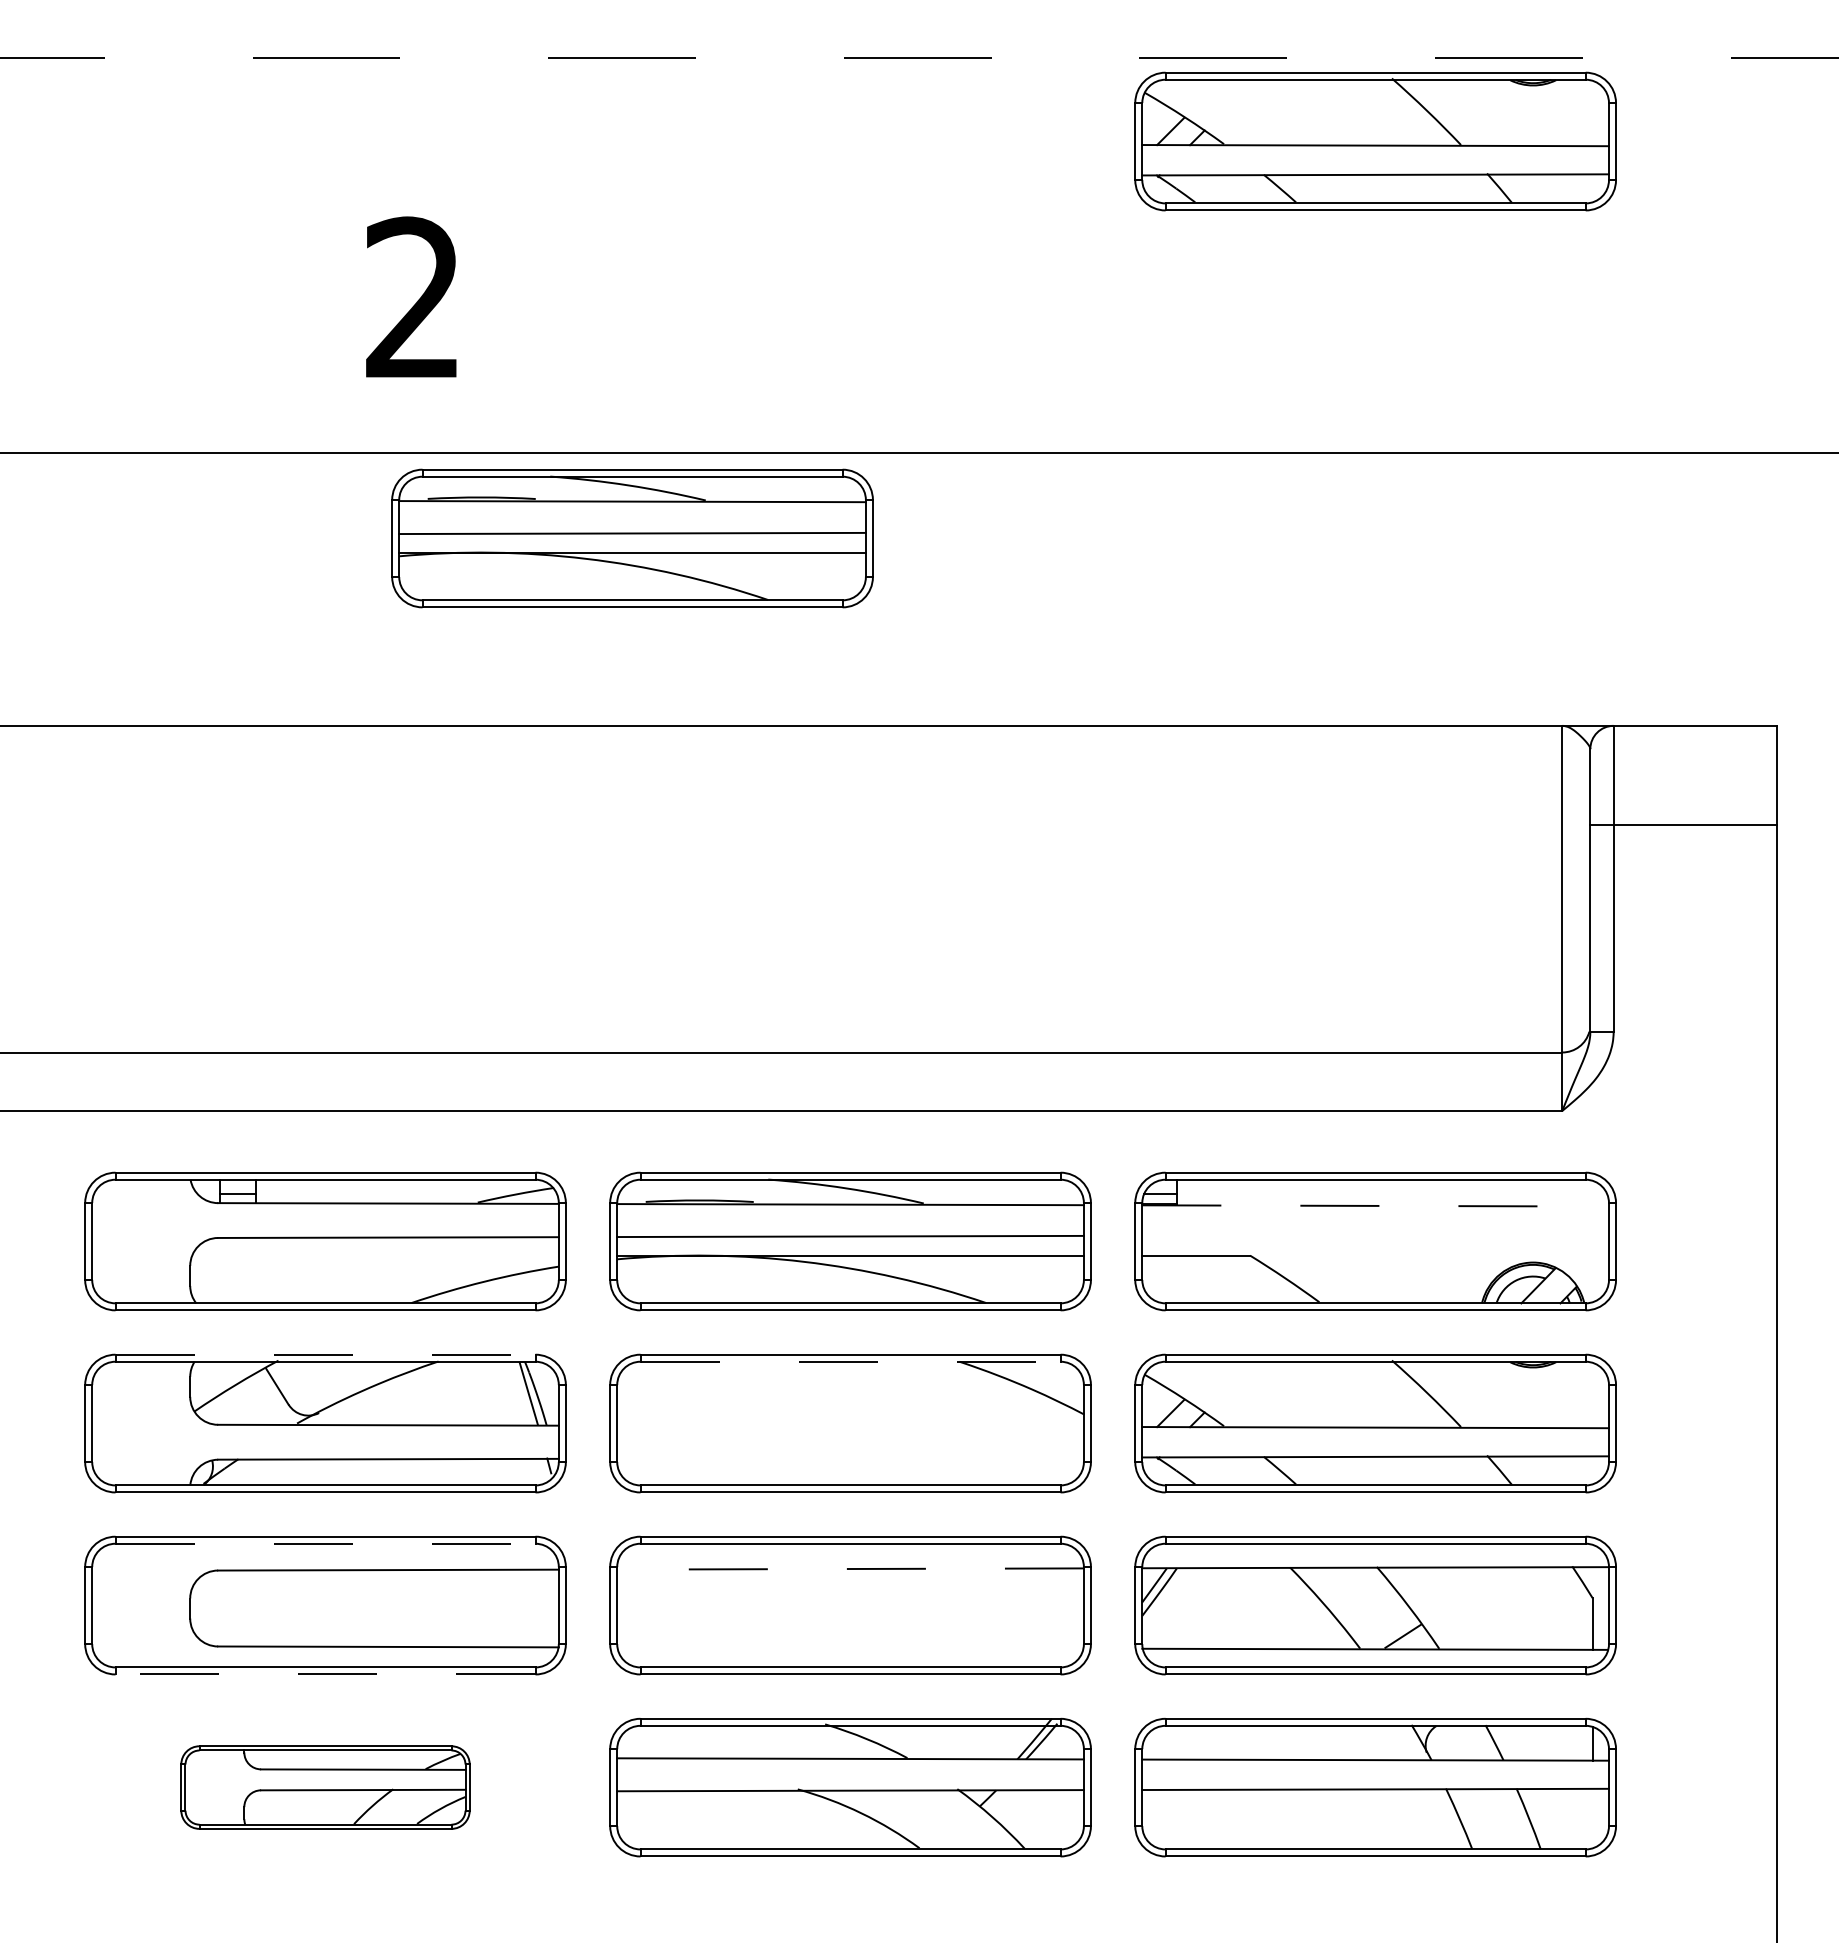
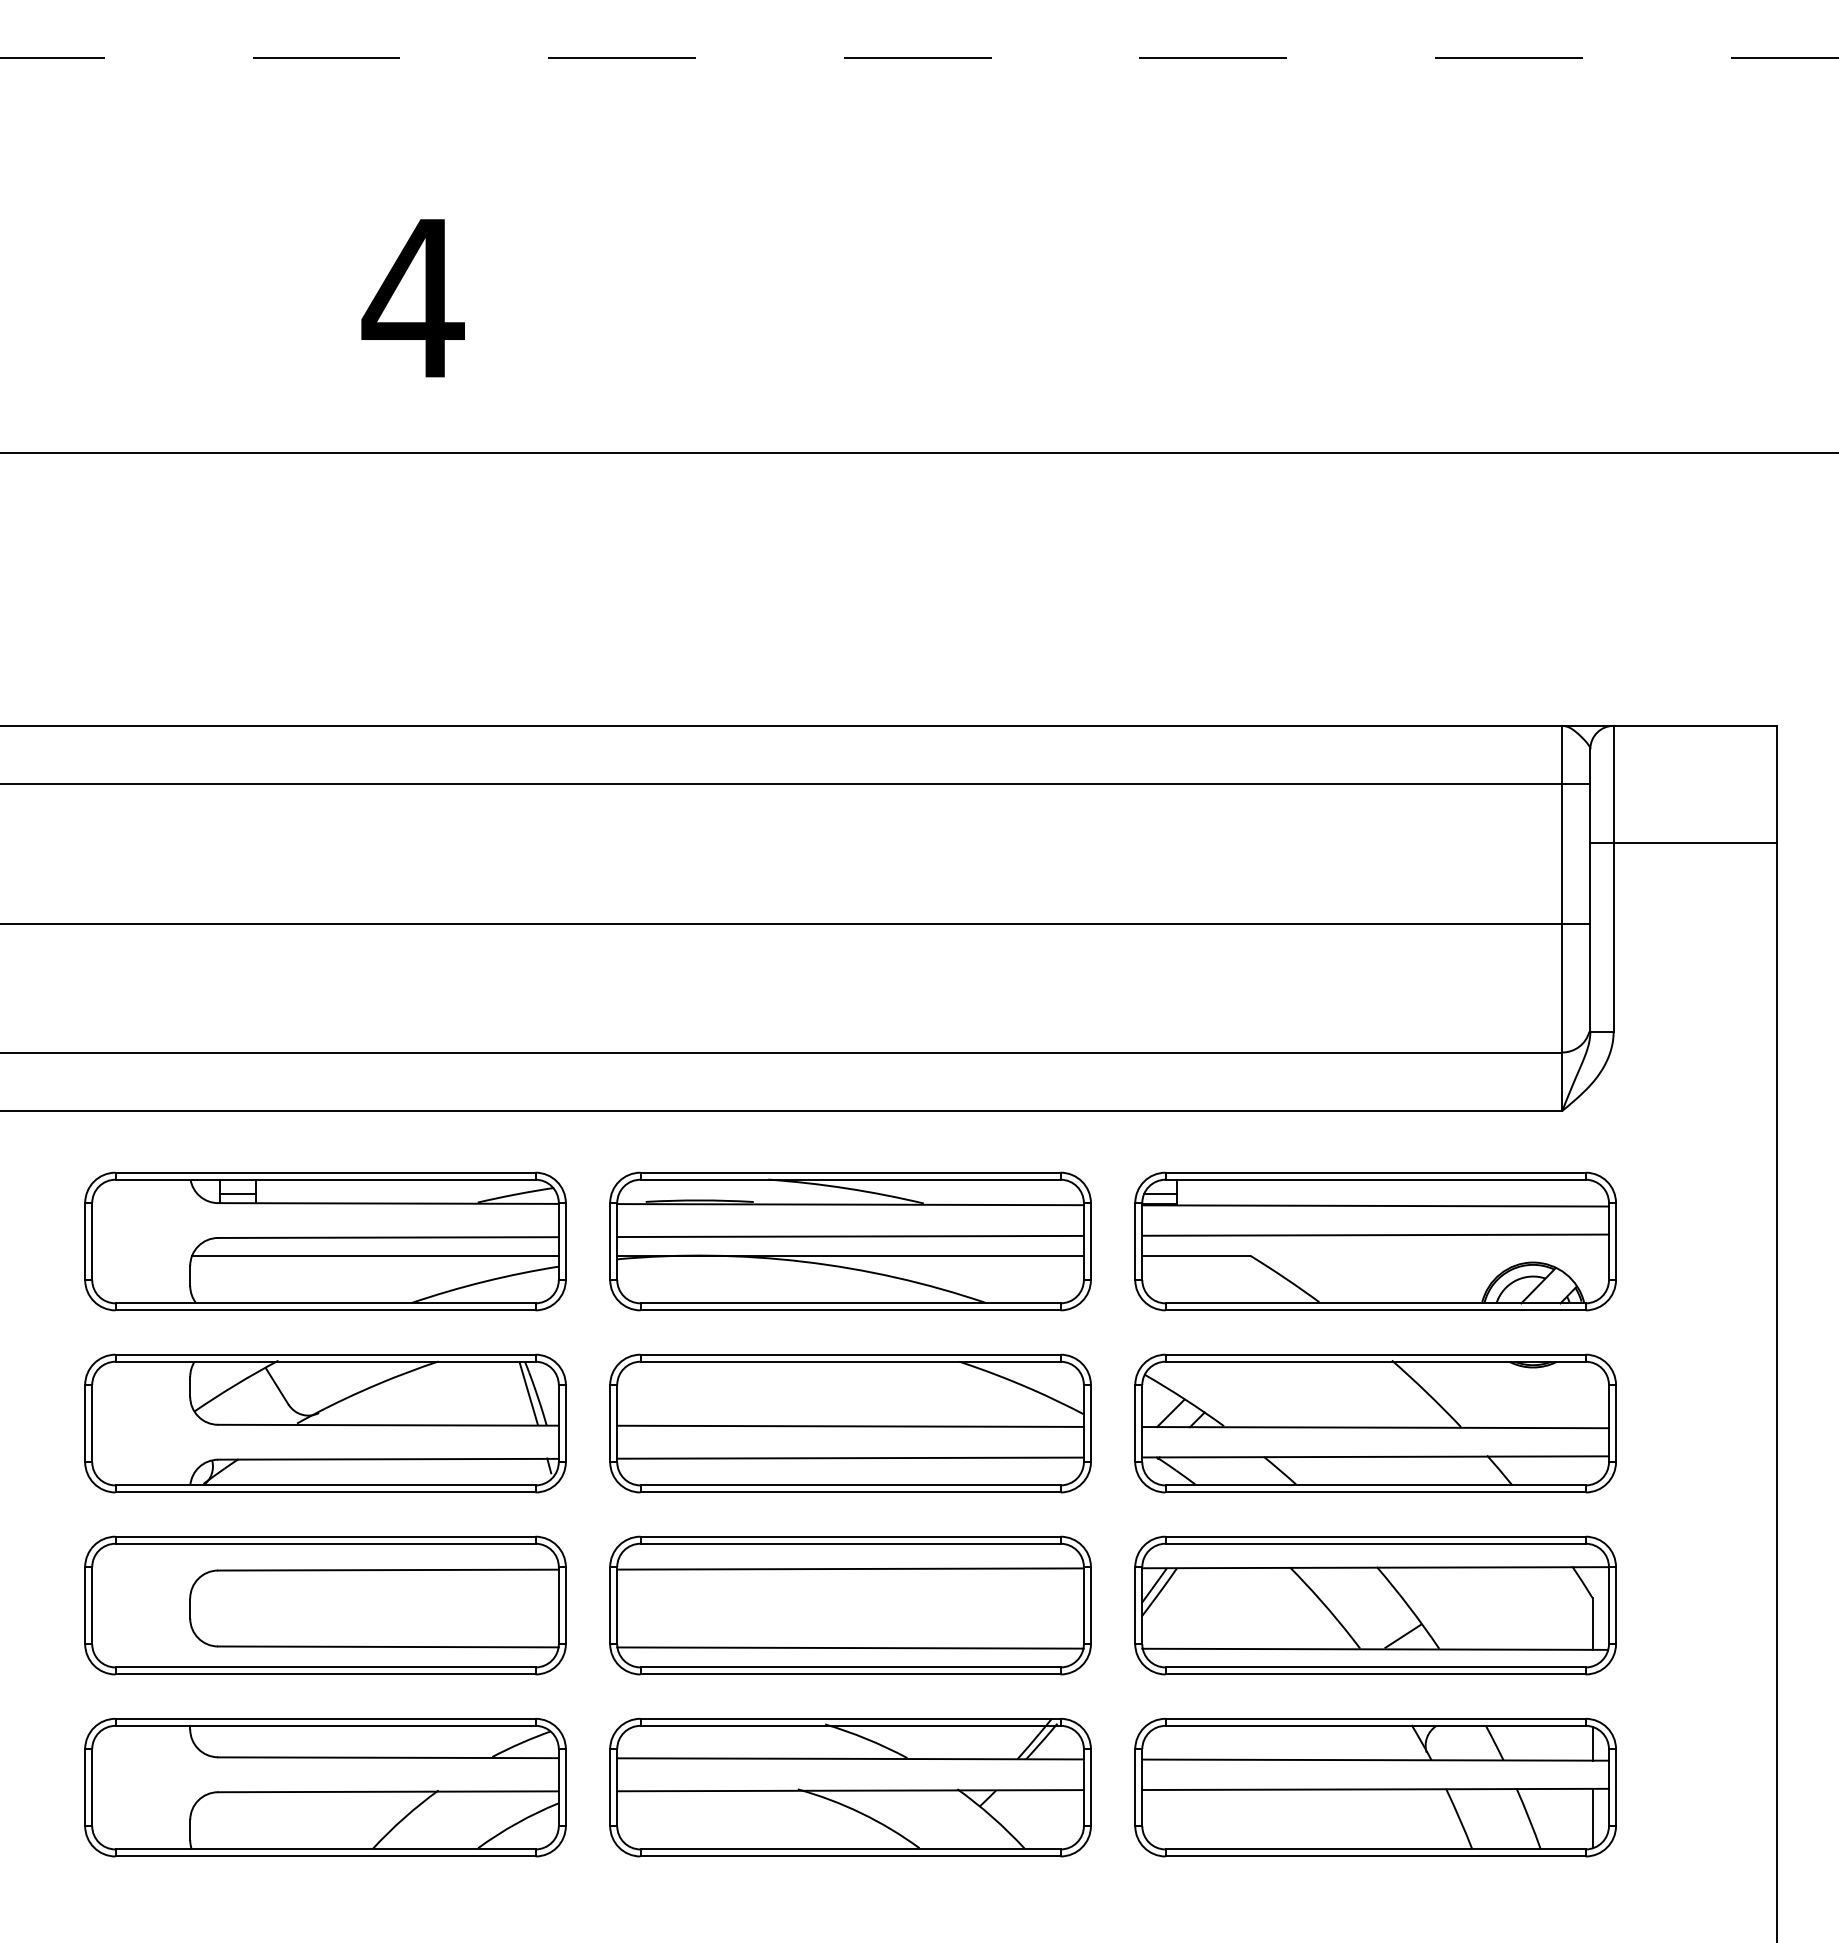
part at (1375, 141): present -> none
text at (412, 296): 2 -> 4
part at (632, 538): present -> none
line at (796, 784): none -> present
line at (1683, 824) position: (1683, 824) -> (1683, 842)
line at (796, 924): none -> present
line at (1376, 1205): dashed -> solid
line at (1375, 1234): none -> present
line at (375, 1255): none -> present
line at (325, 1354): dashed -> solid
line at (851, 1361): dashed -> solid
line at (850, 1425): none -> present
line at (850, 1457): none -> present
line at (325, 1543): dashed -> solid
line at (850, 1569): dashed -> solid
line at (850, 1647): none -> present
line at (325, 1674): dashed -> solid
part at (325, 1787) size: 291x85 px -> 483x141 px
line at (1592, 1818): none -> present
